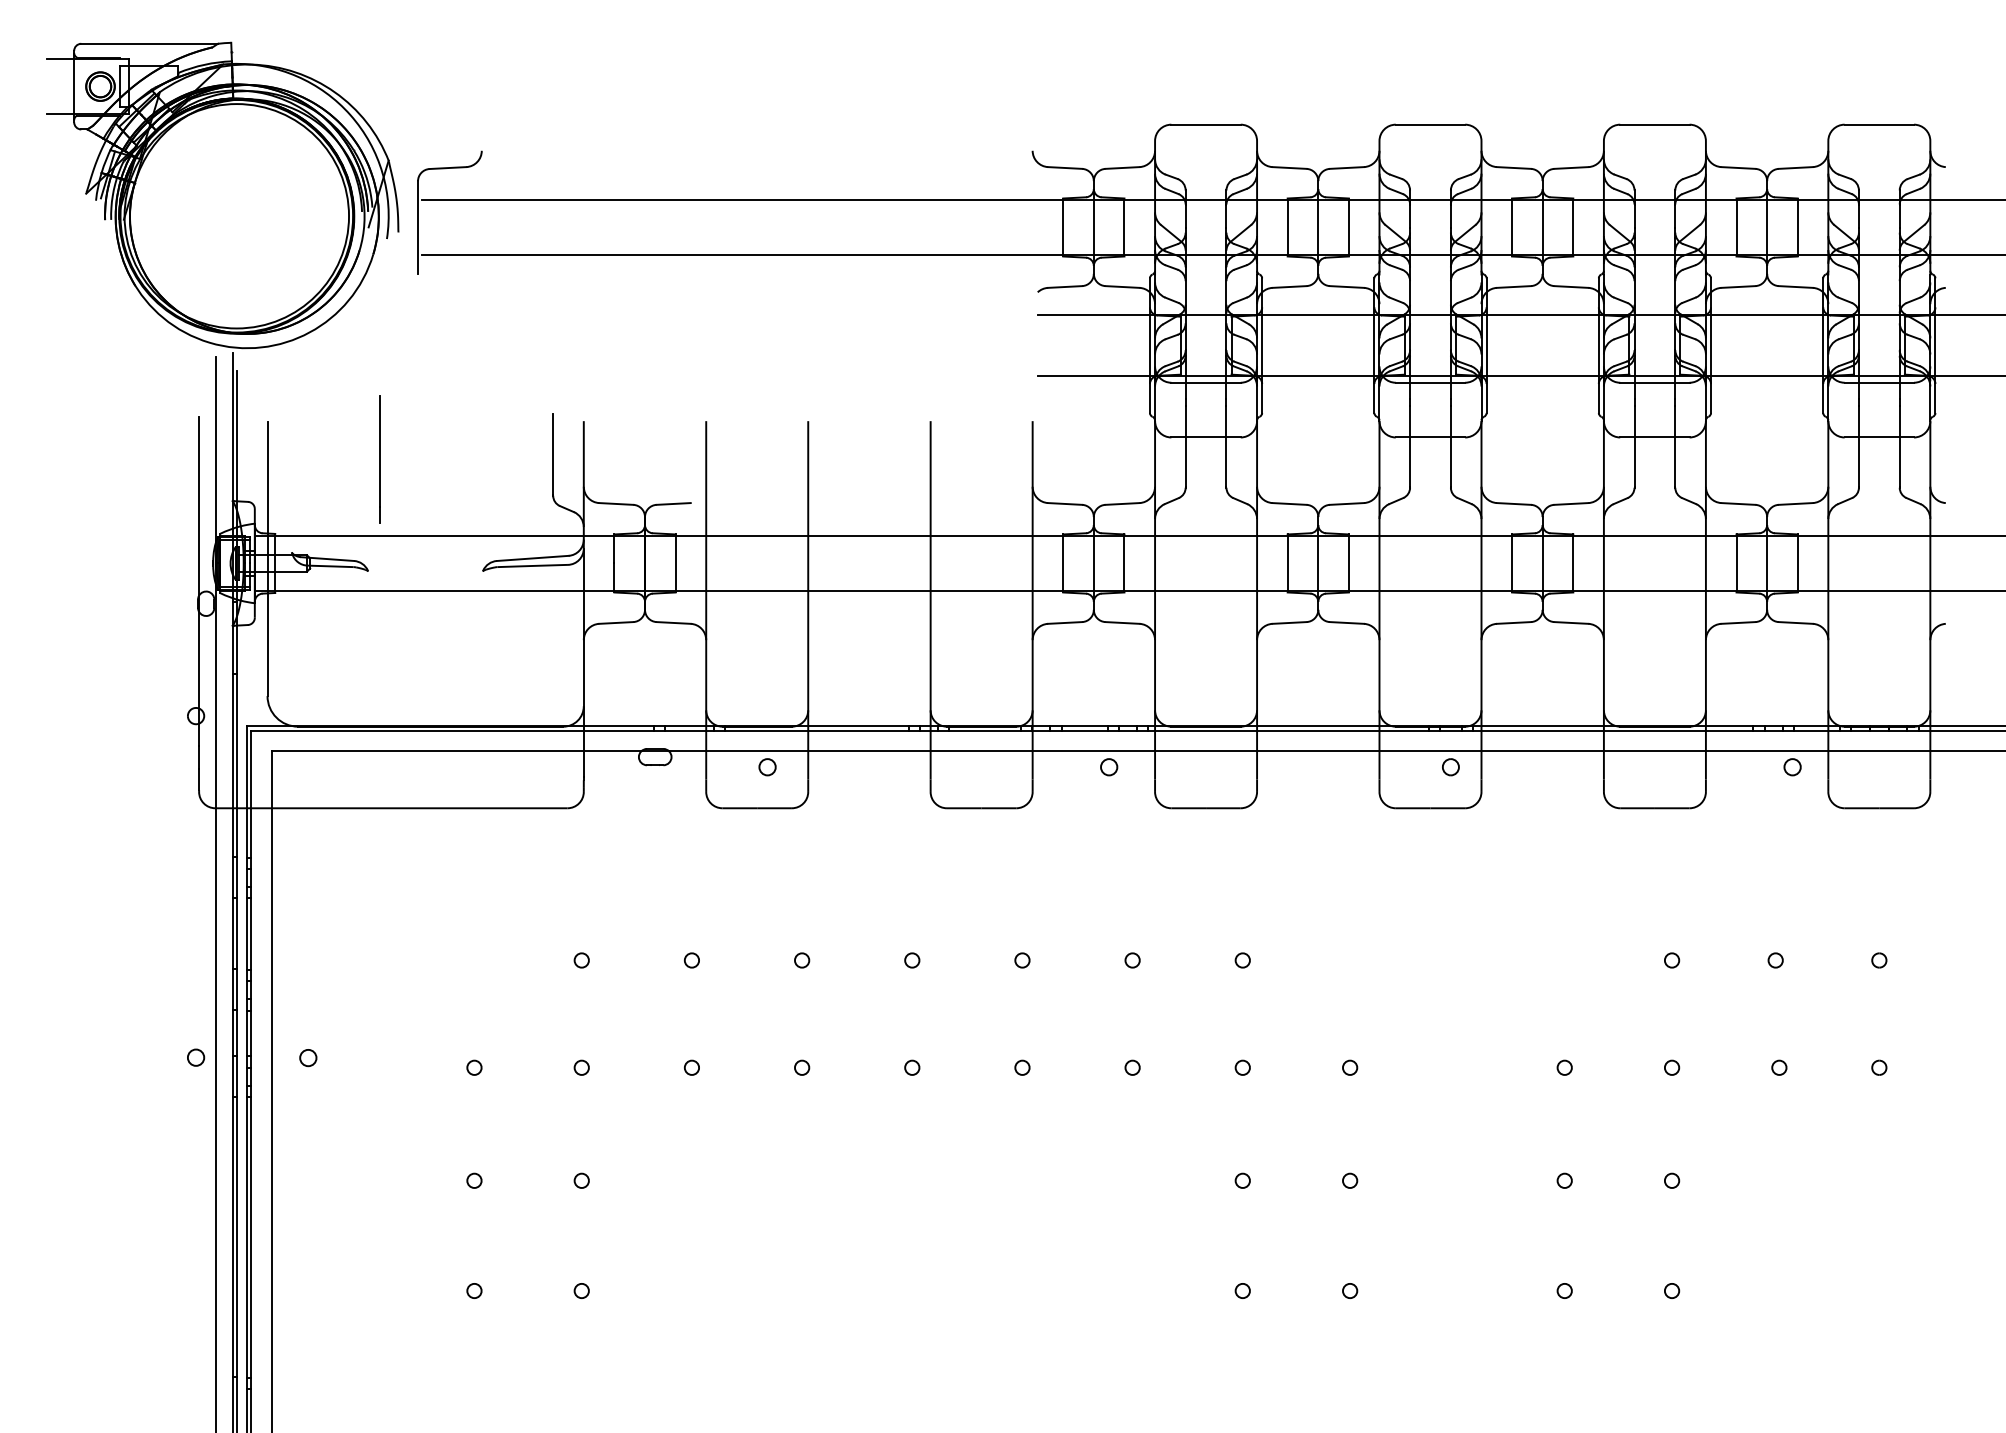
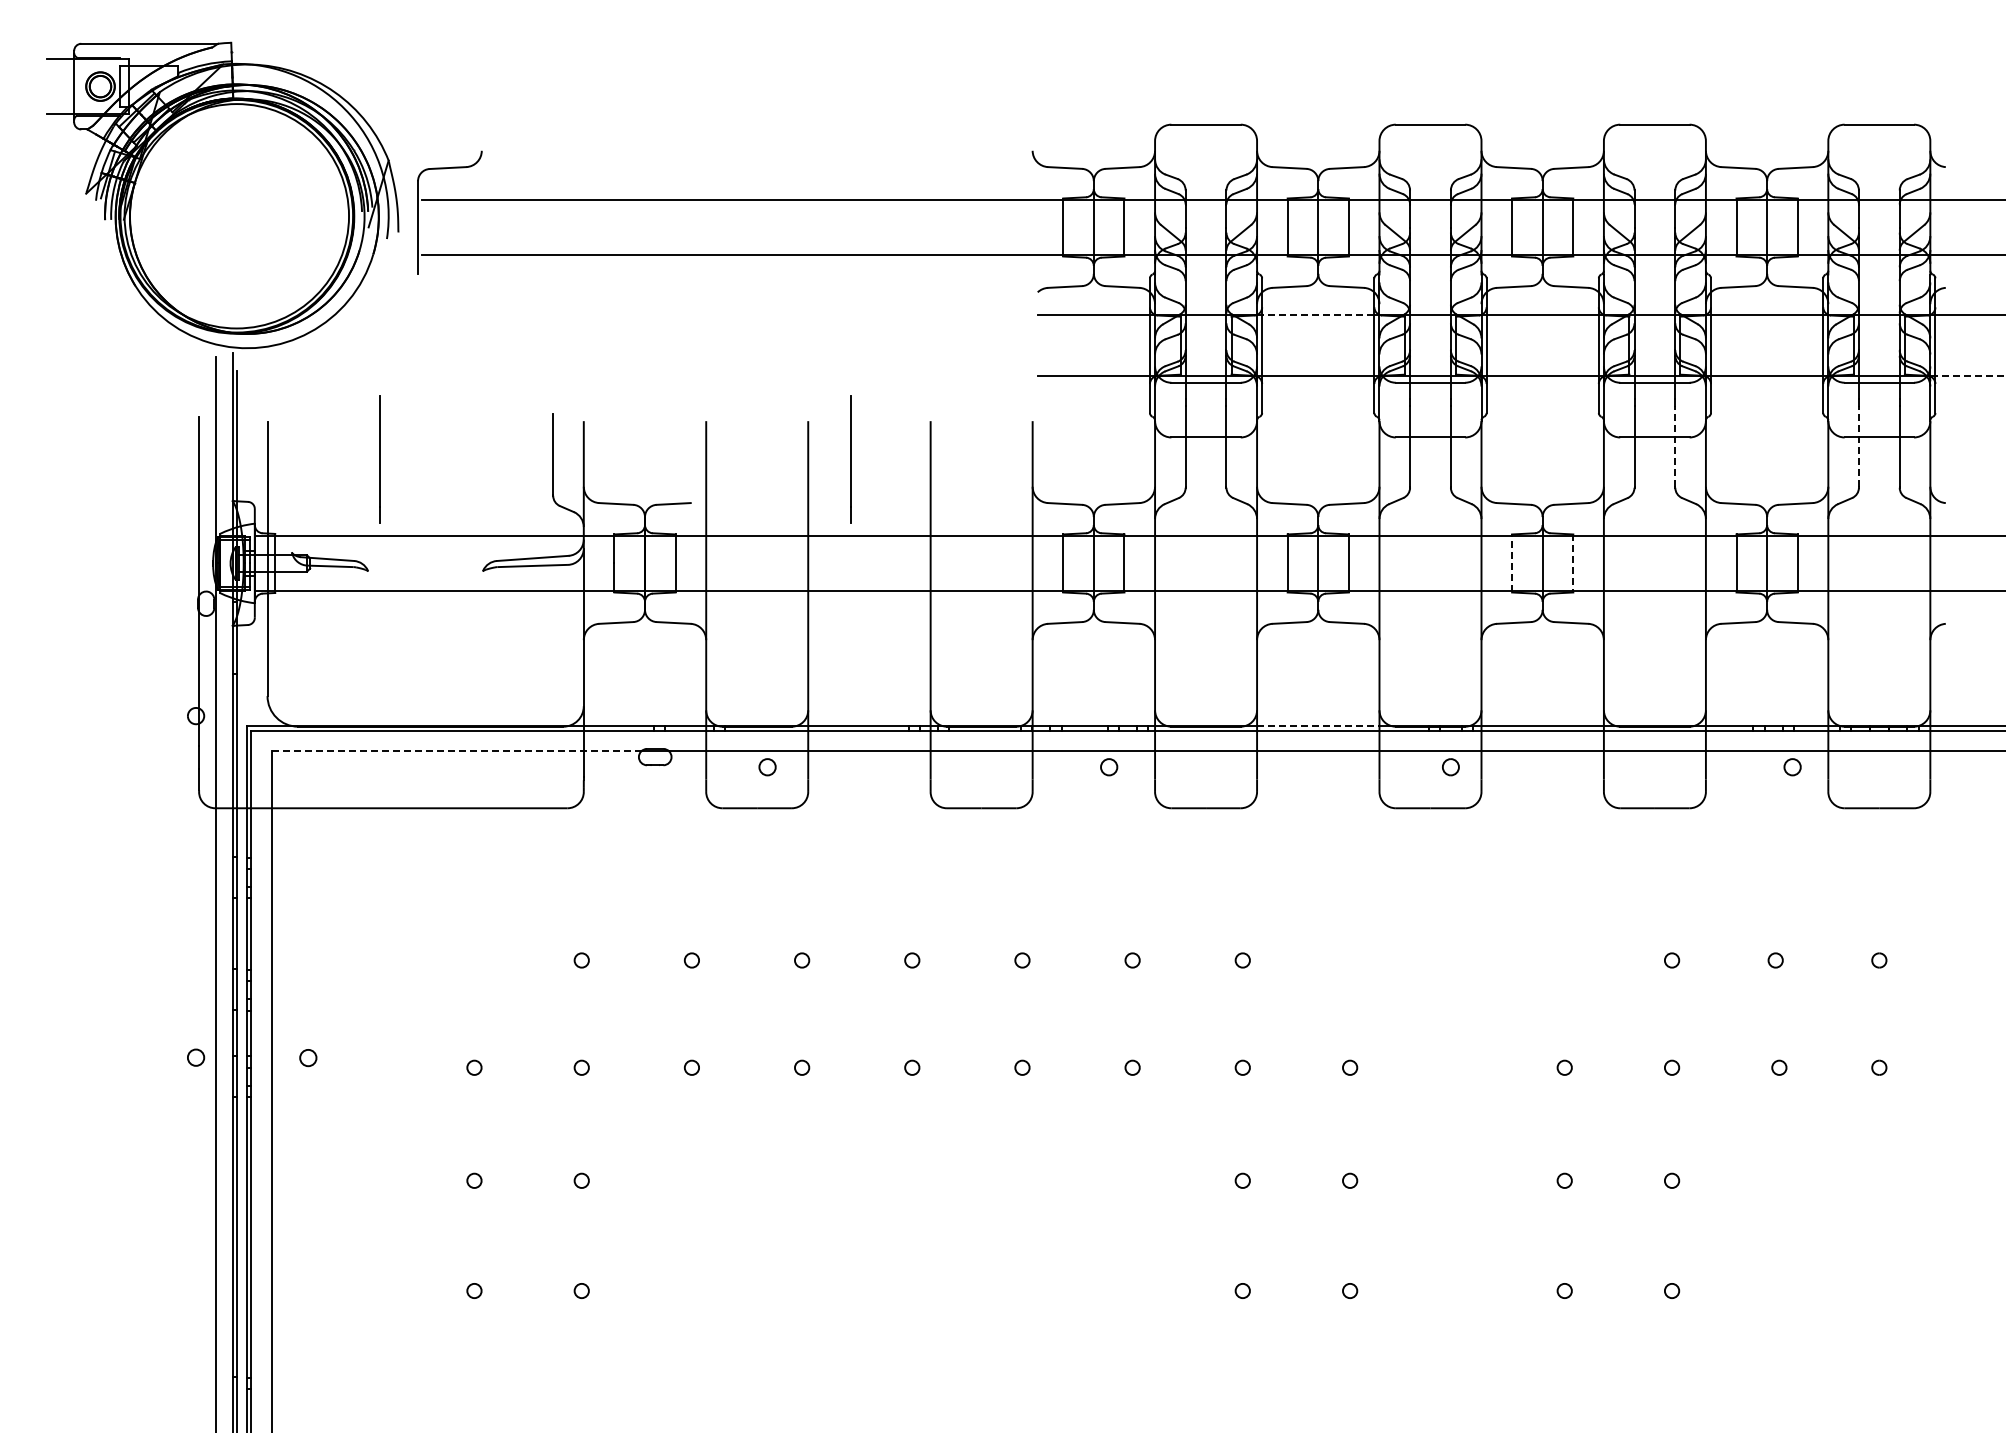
line at (1317, 315): solid -> dashed
line at (1970, 376): solid -> dashed
line at (1675, 446): solid -> dashed
line at (1858, 446): solid -> dashed
line at (850, 459): none -> present
line at (1512, 562): solid -> dashed
line at (1573, 563): solid -> dashed
line at (1318, 726): solid -> dashed
line at (457, 750): solid -> dashed
